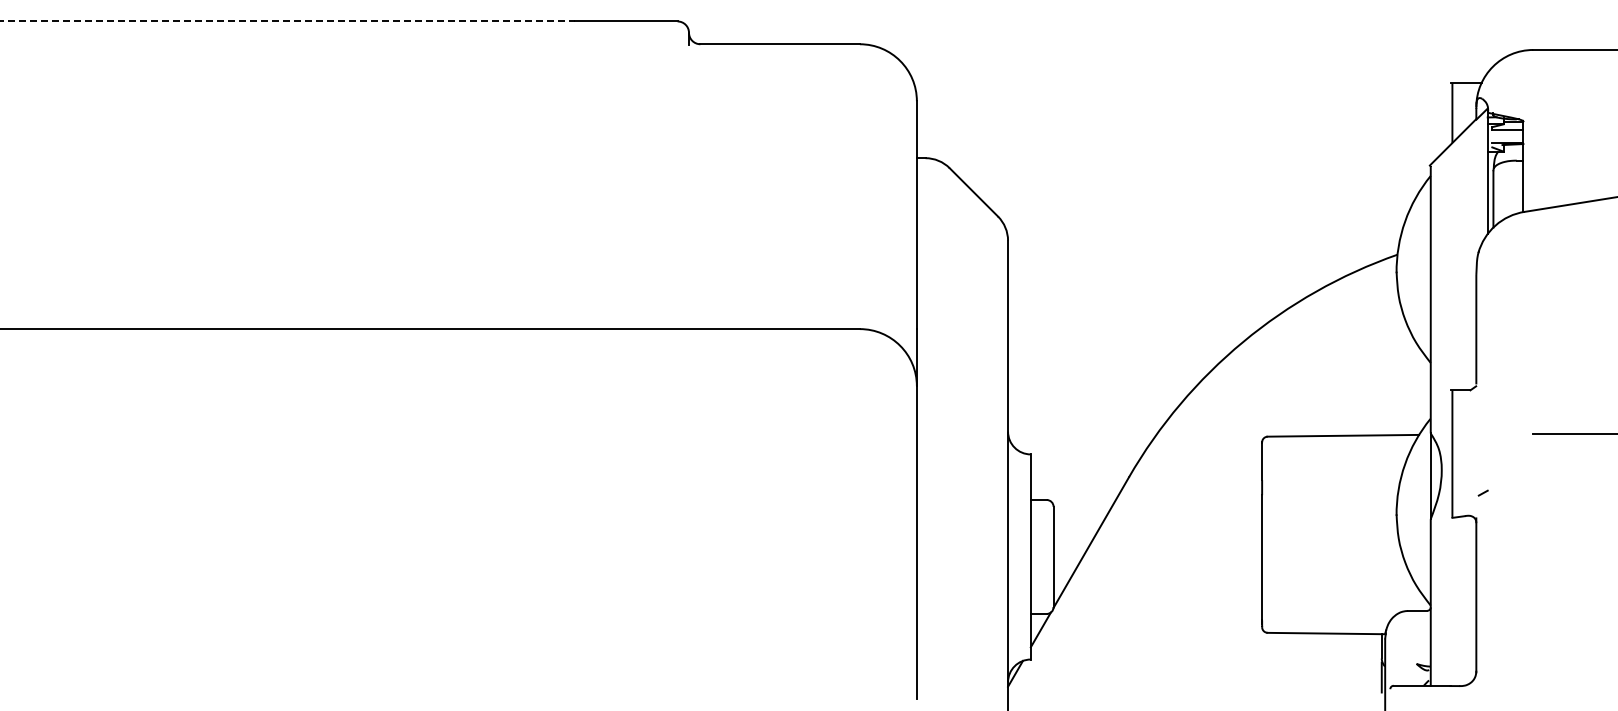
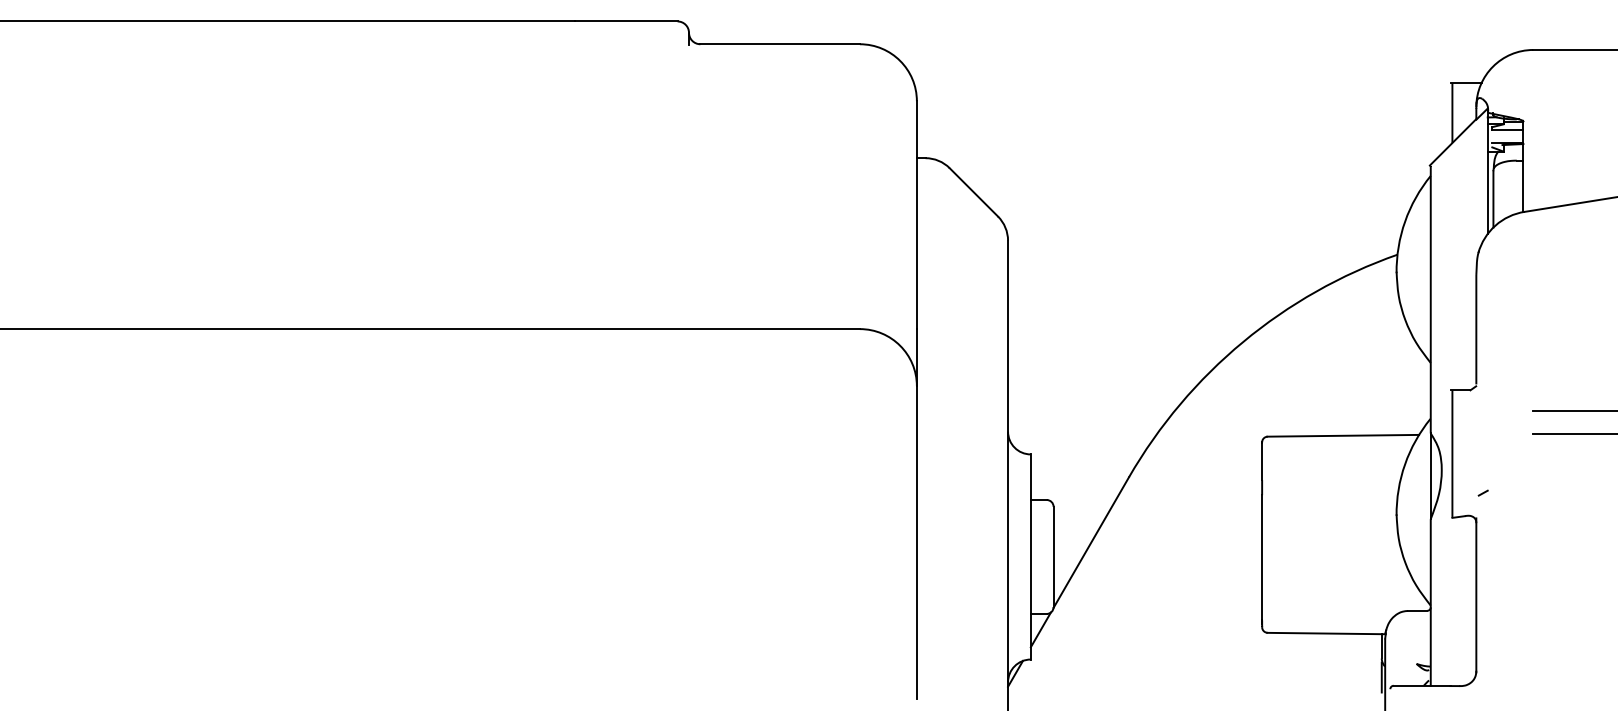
line at (288, 21): dashed -> solid
line at (1573, 411): none -> present
